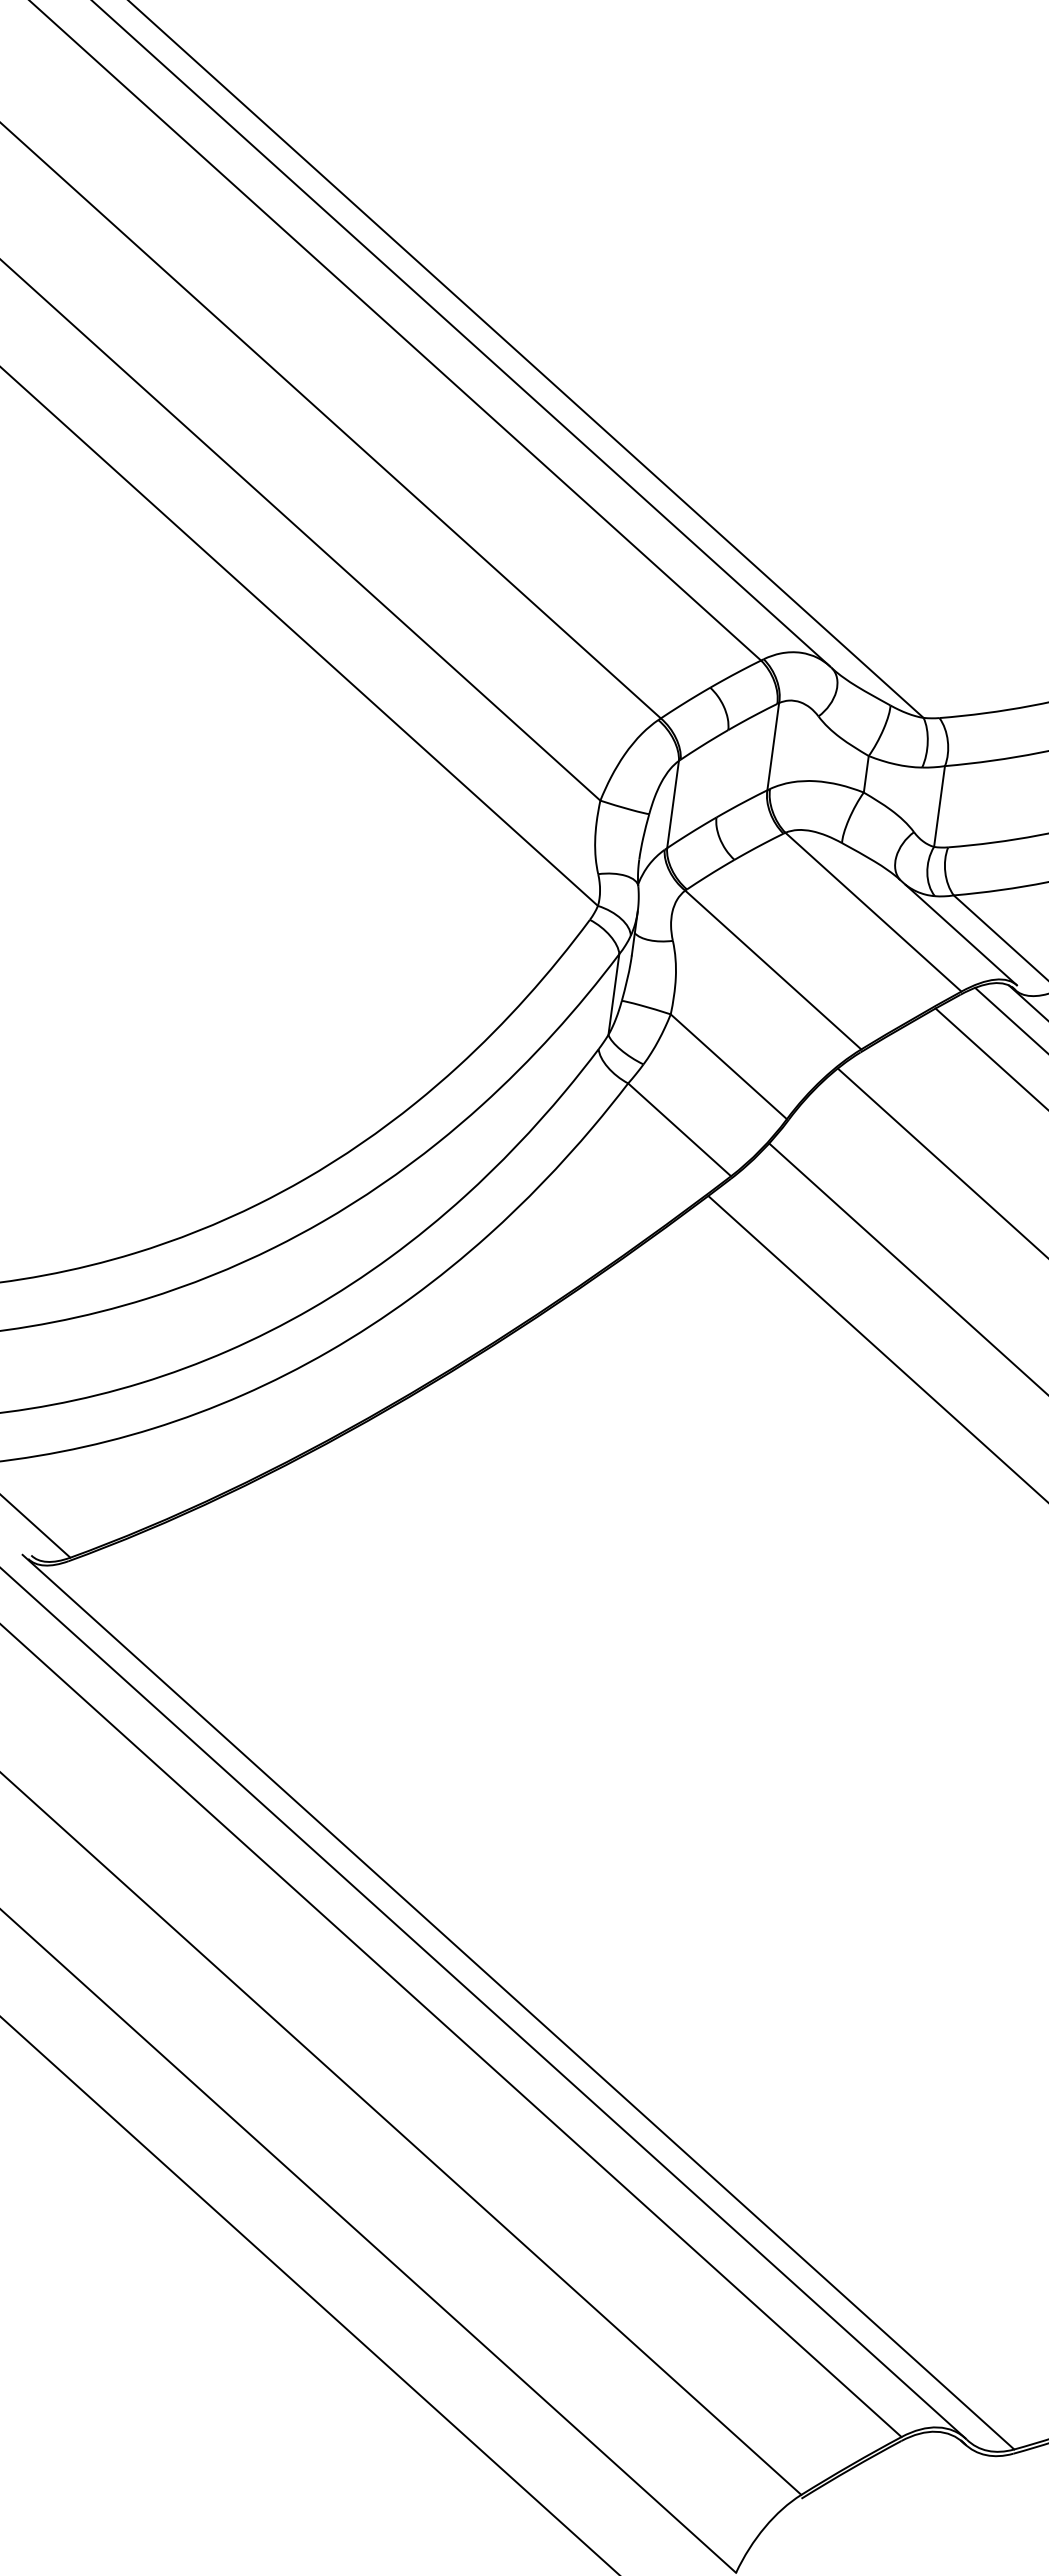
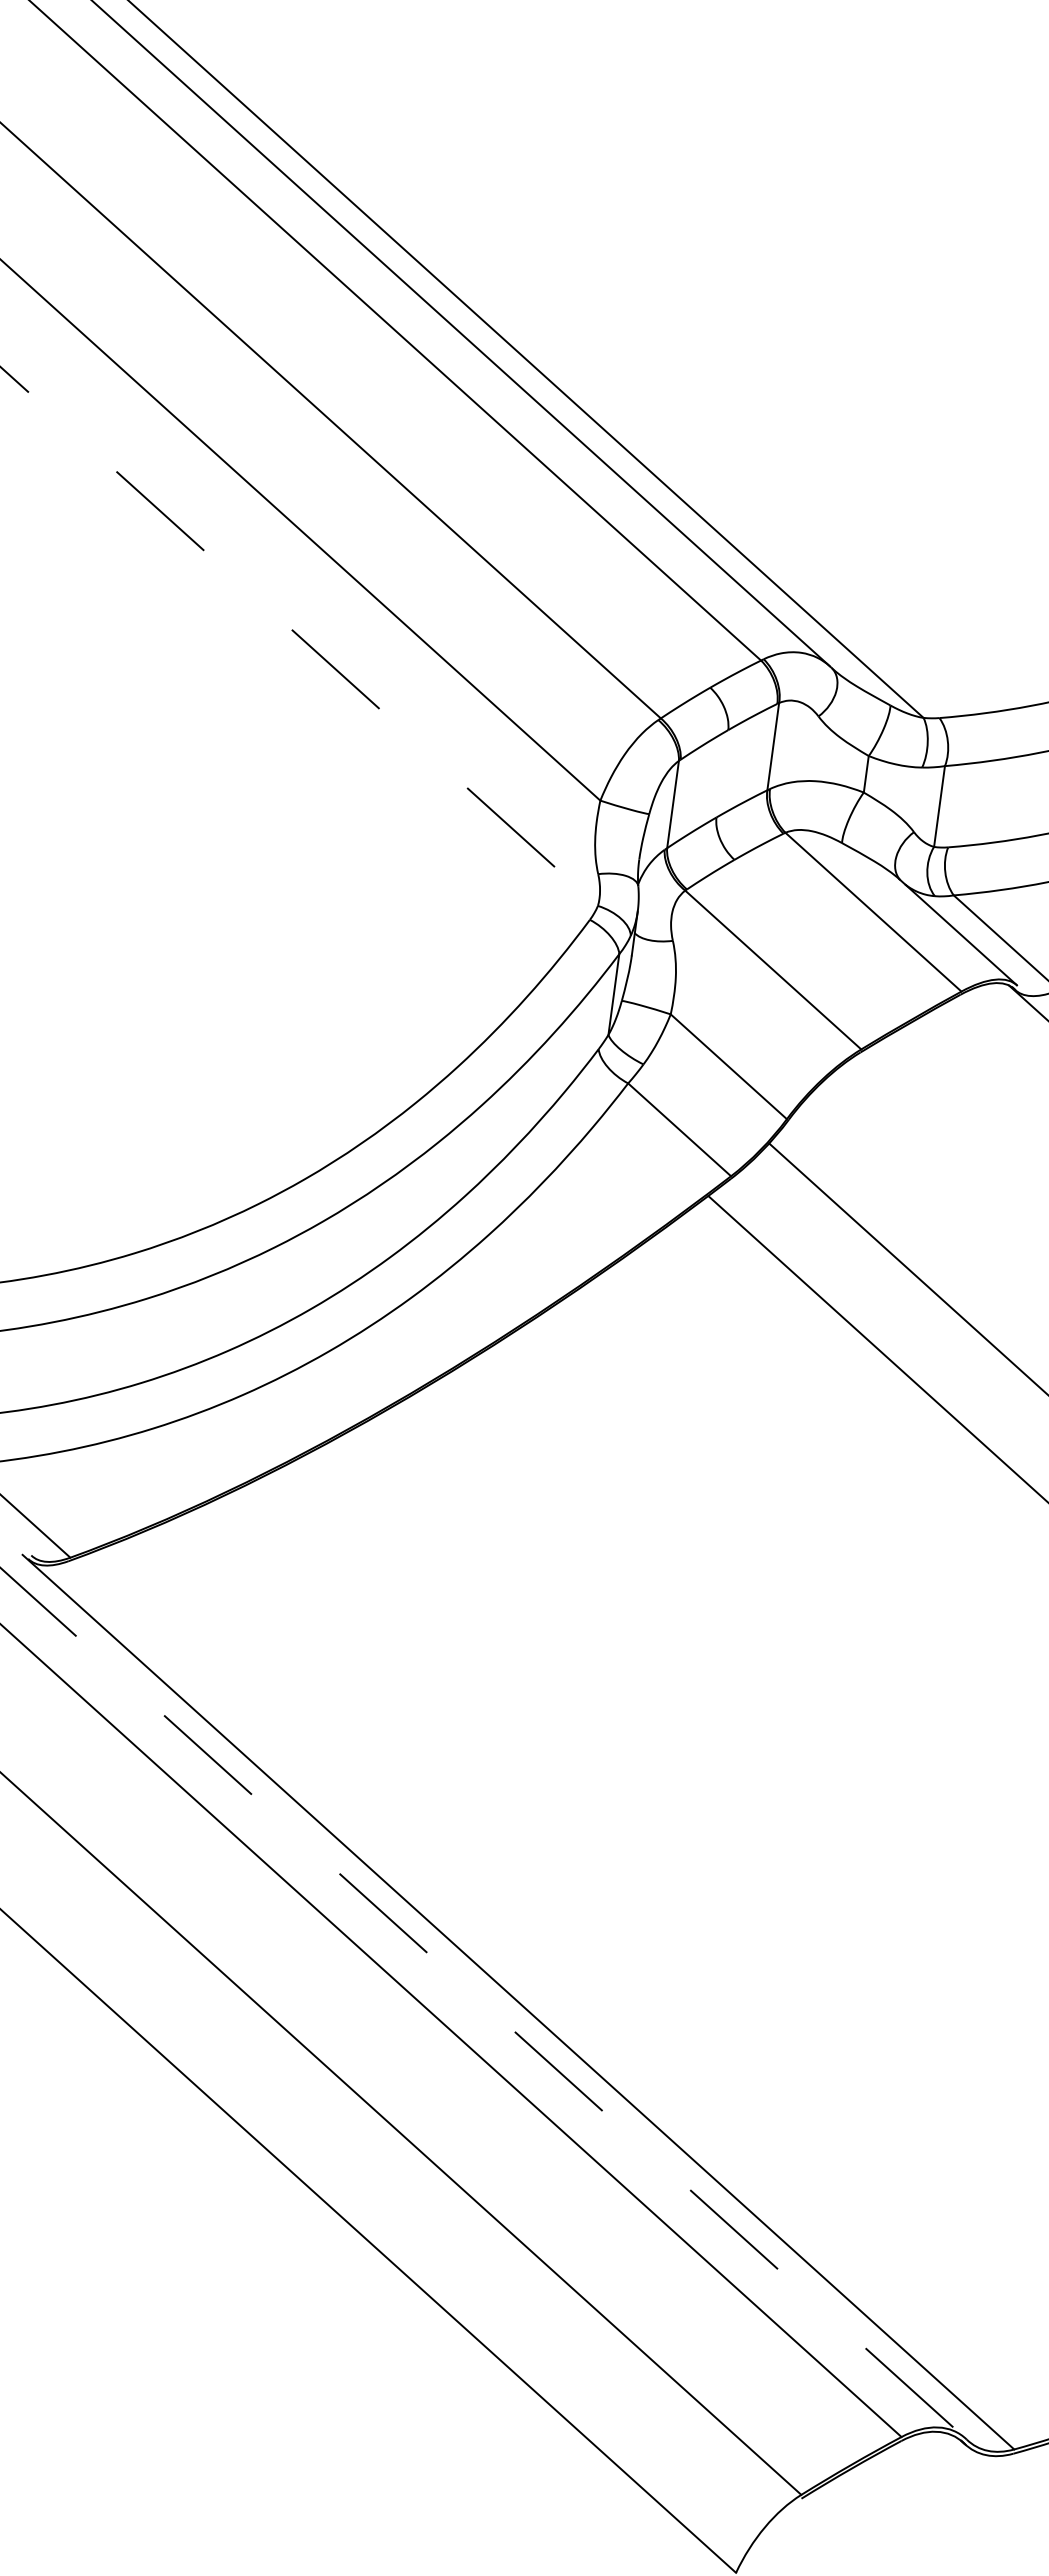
line at (299, 636): solid -> dashed
line at (1010, 1019): present -> none
line at (990, 1057): present -> none
line at (941, 1162): present -> none
line at (483, 2003): solid -> dashed
line at (309, 2295): present -> none
